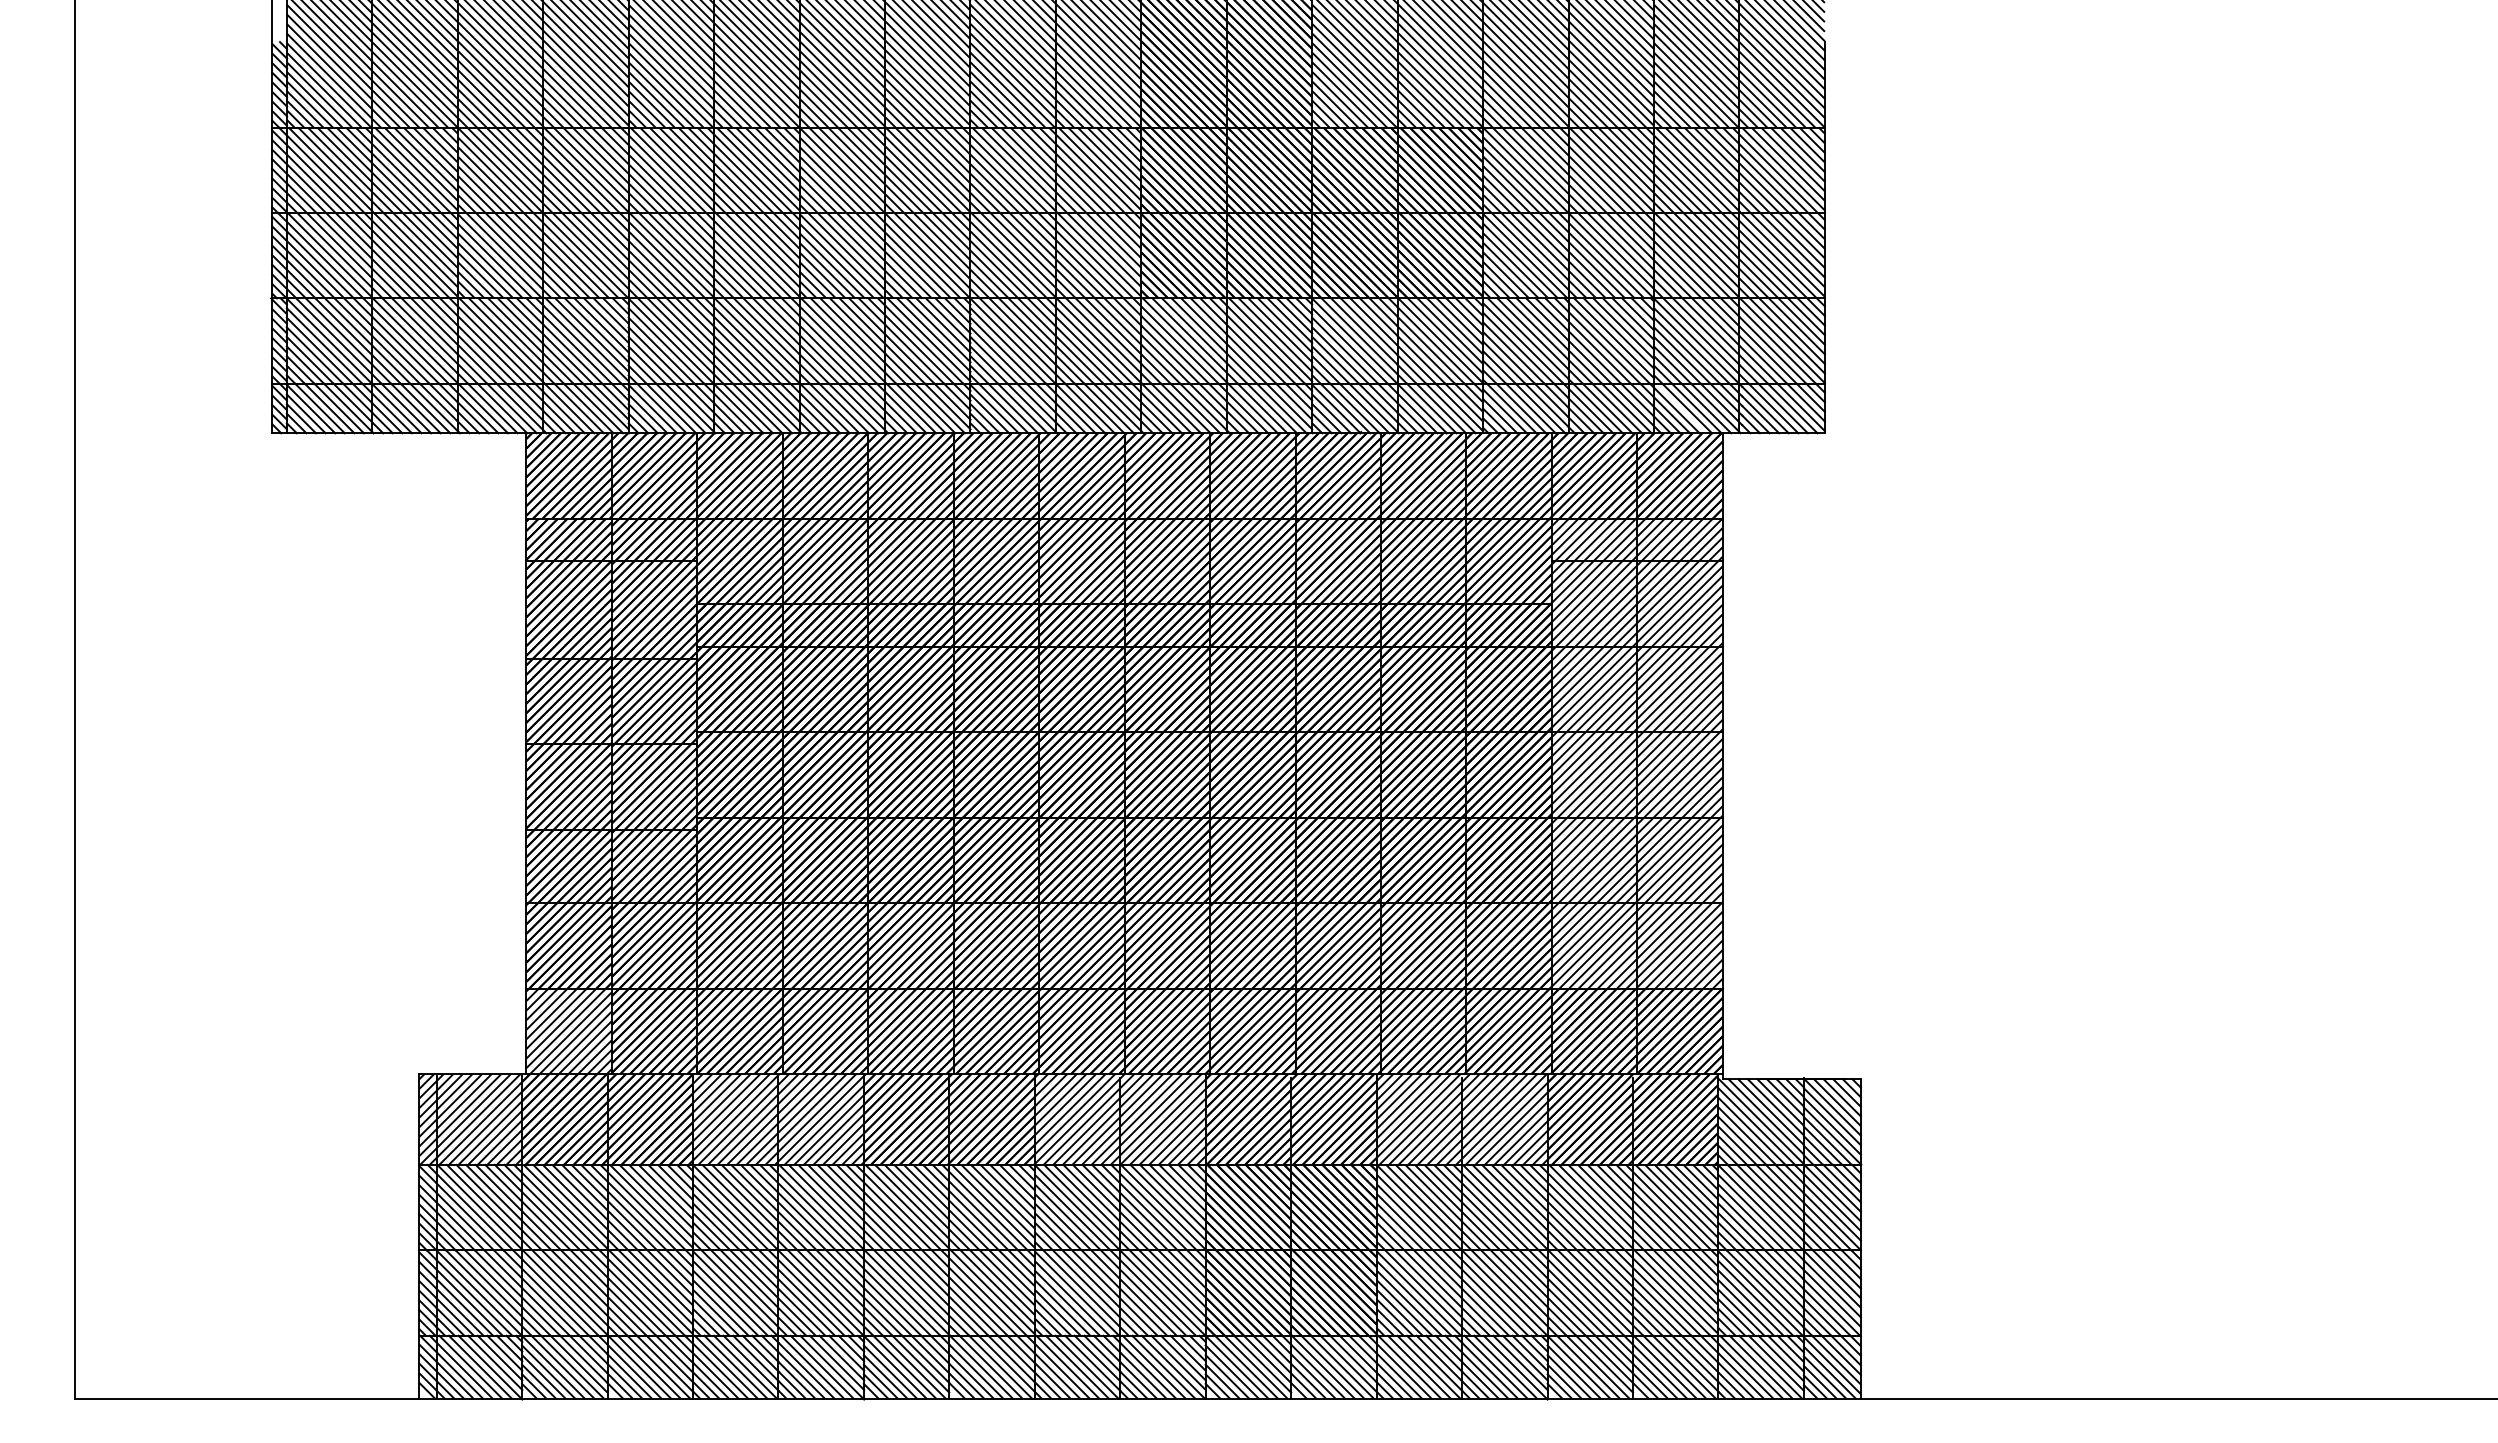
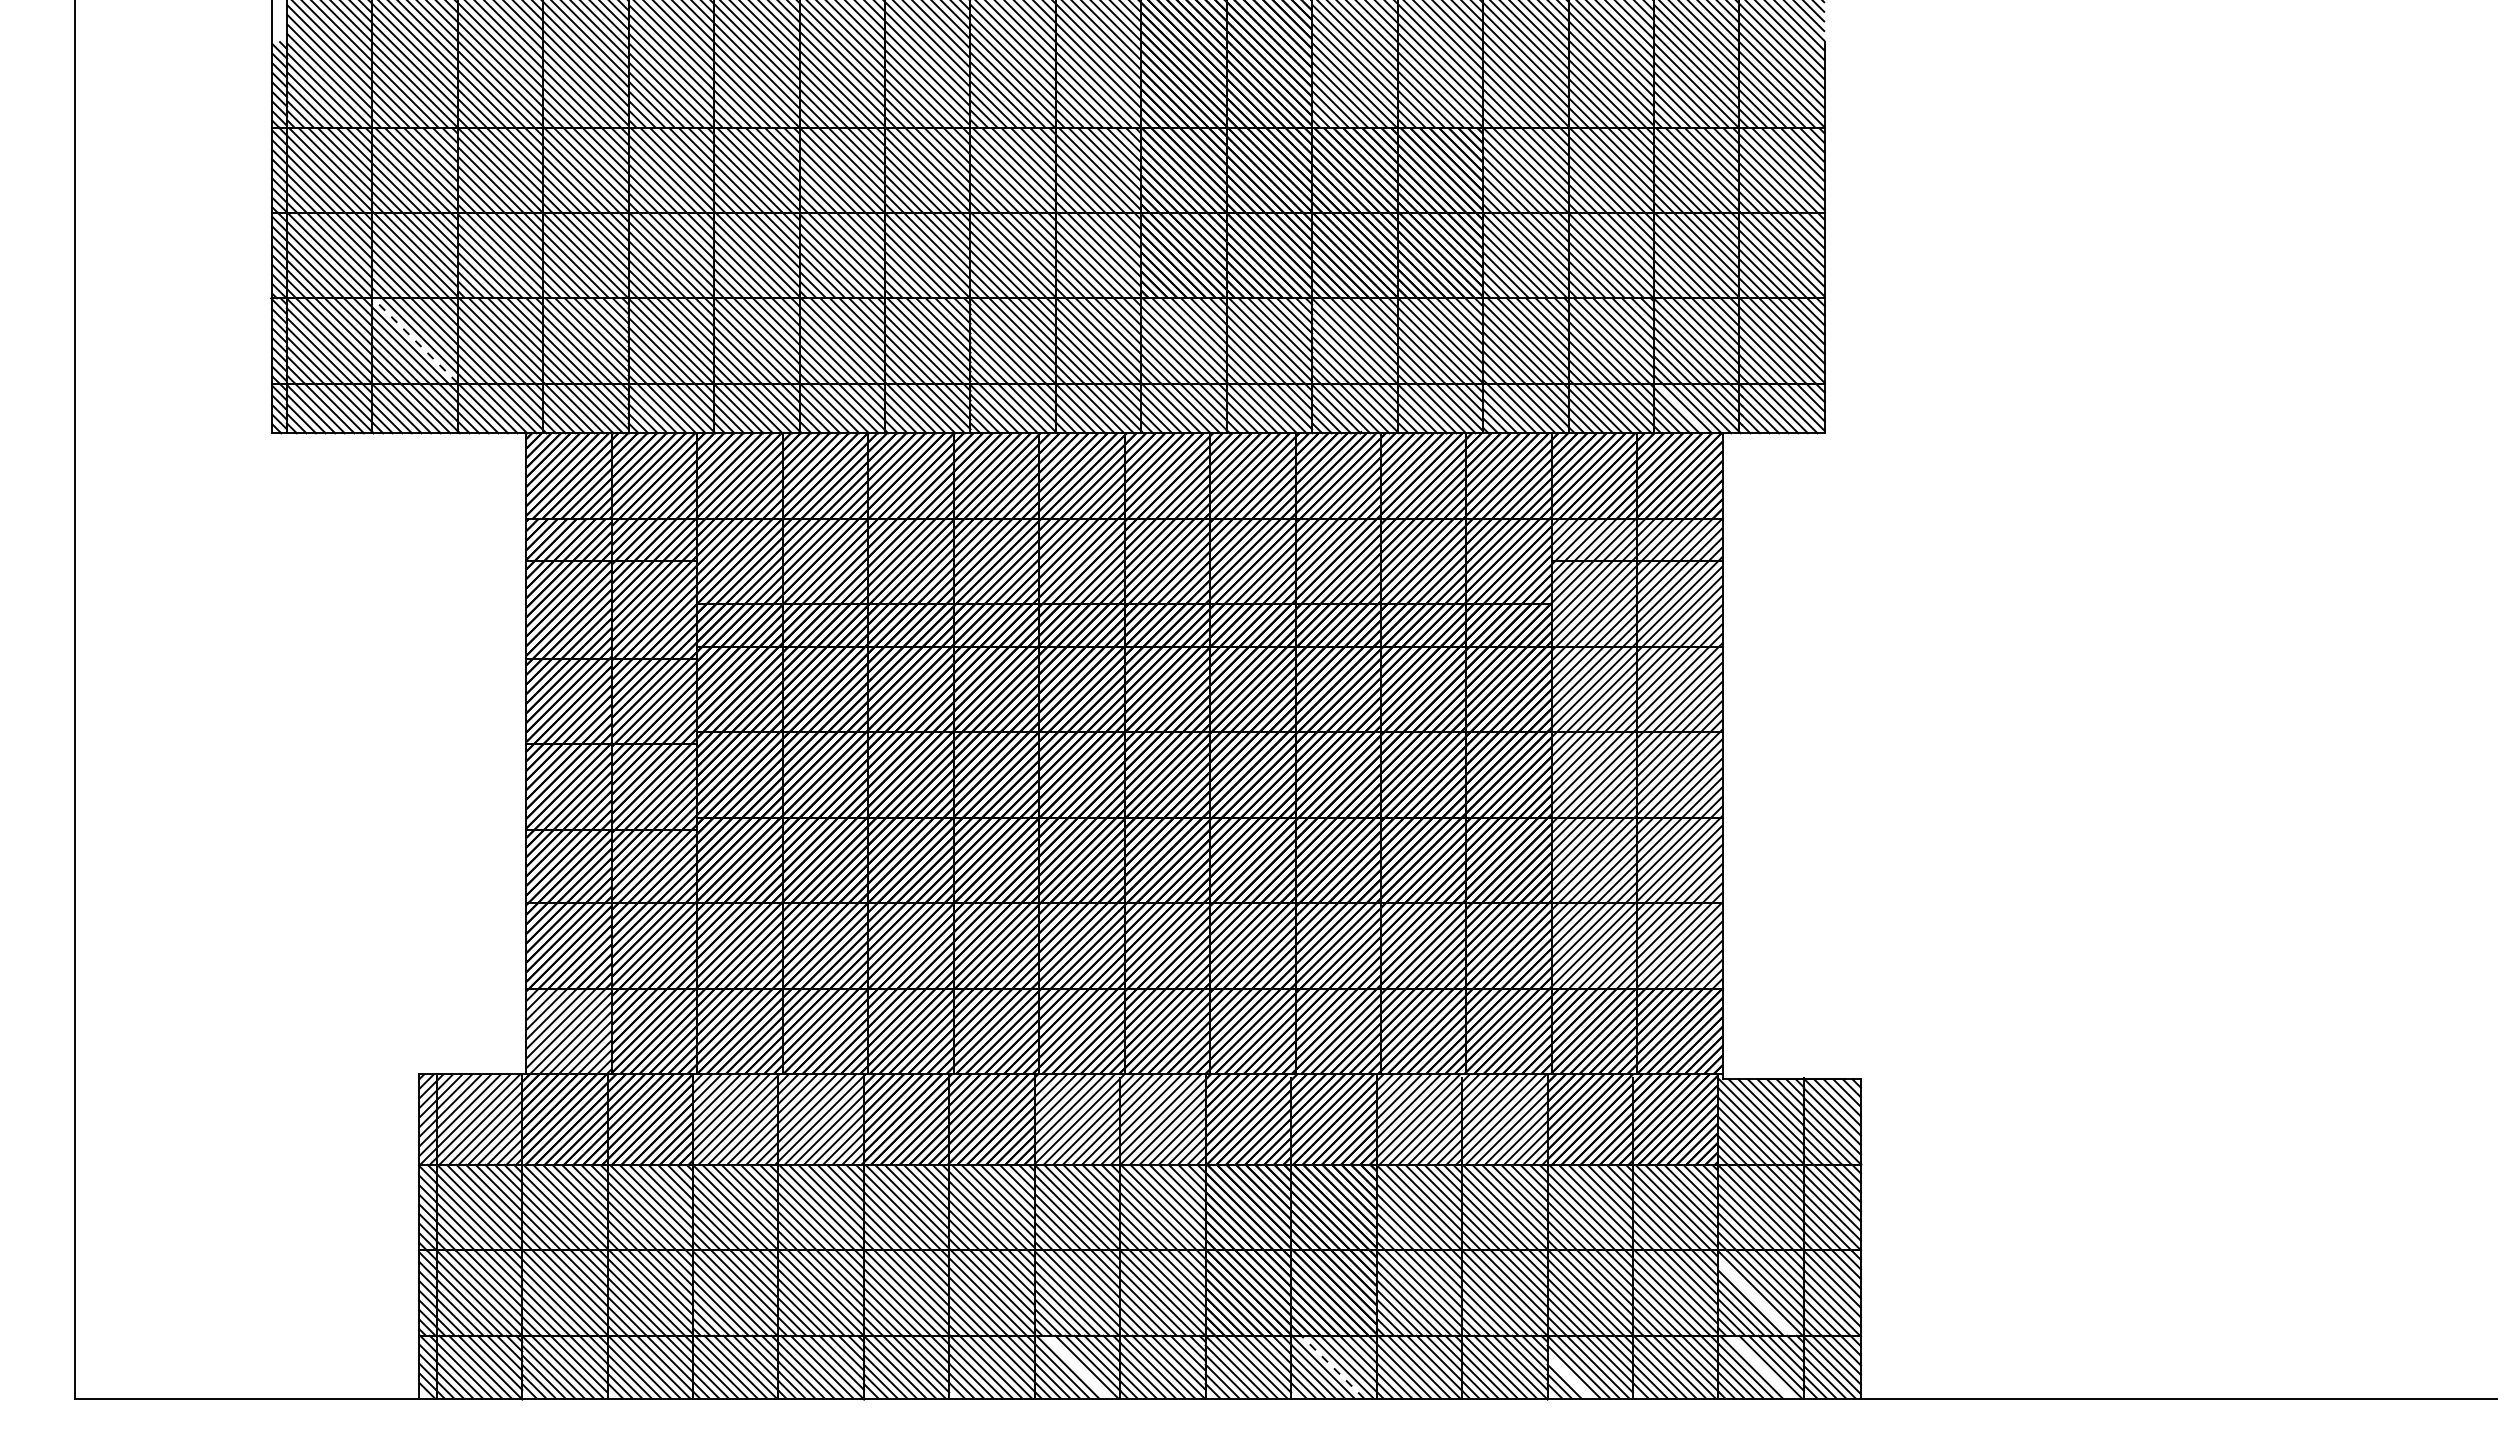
line at (415, 340): solid -> dashed
line at (1755, 1297): present -> none
line at (1077, 1366): present -> none
line at (1332, 1366): solid -> dashed
line at (1760, 1366): present -> none
line at (1569, 1376): present -> none
